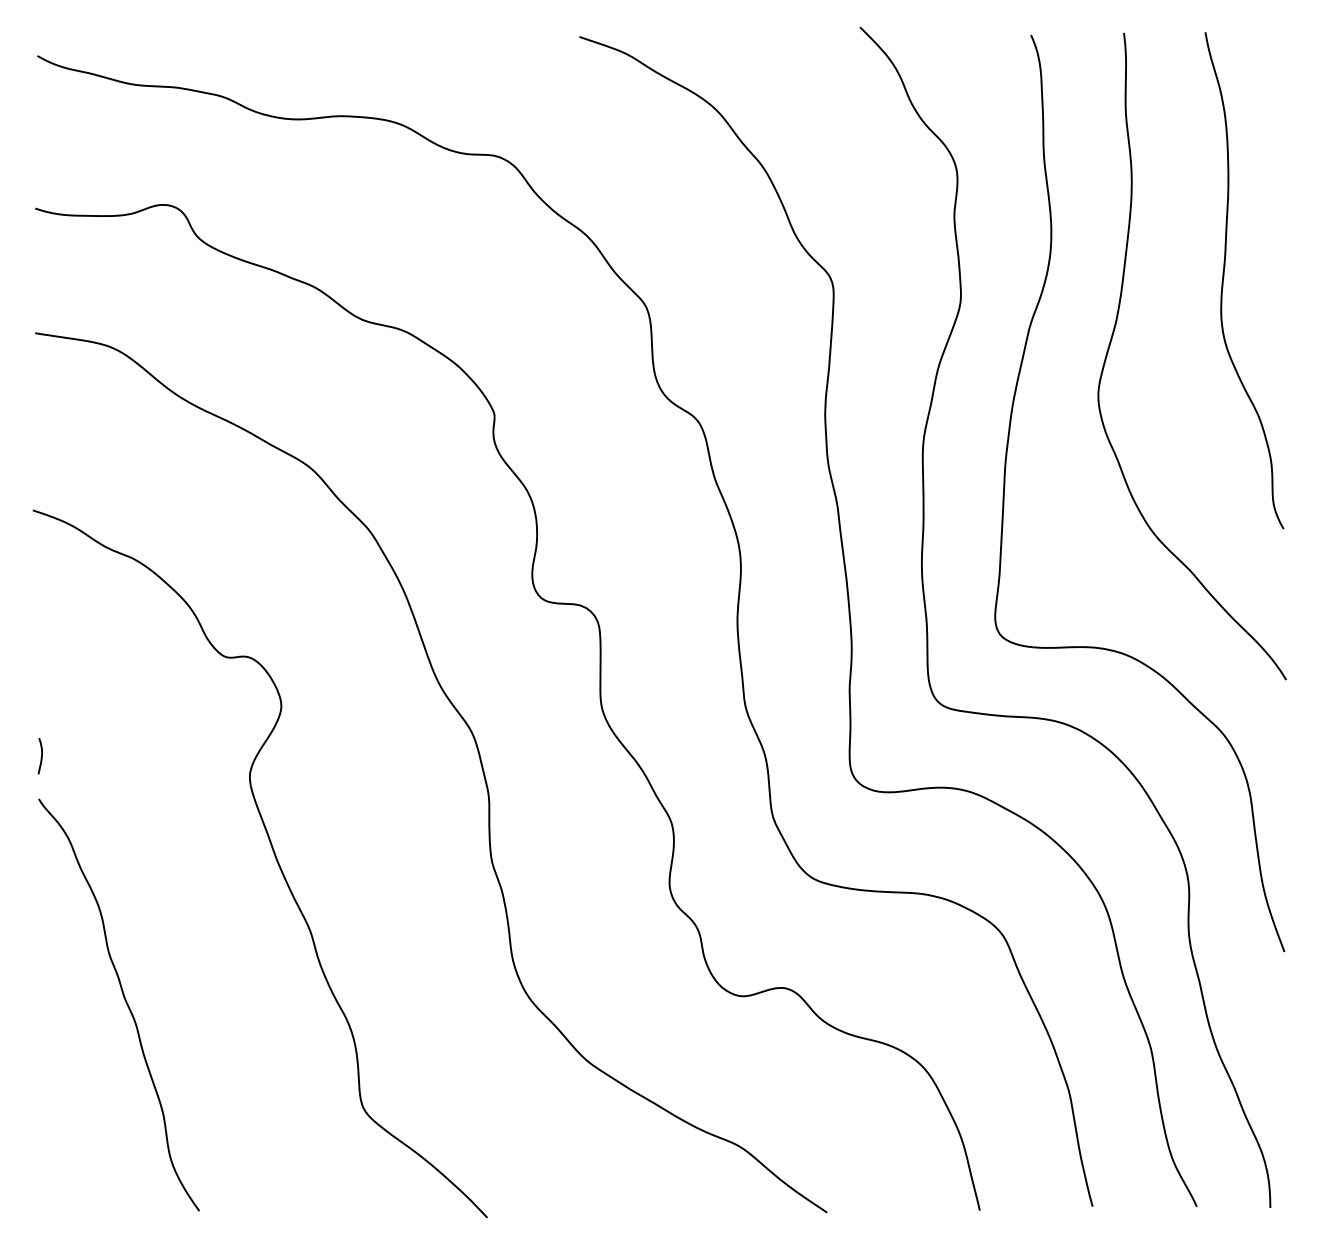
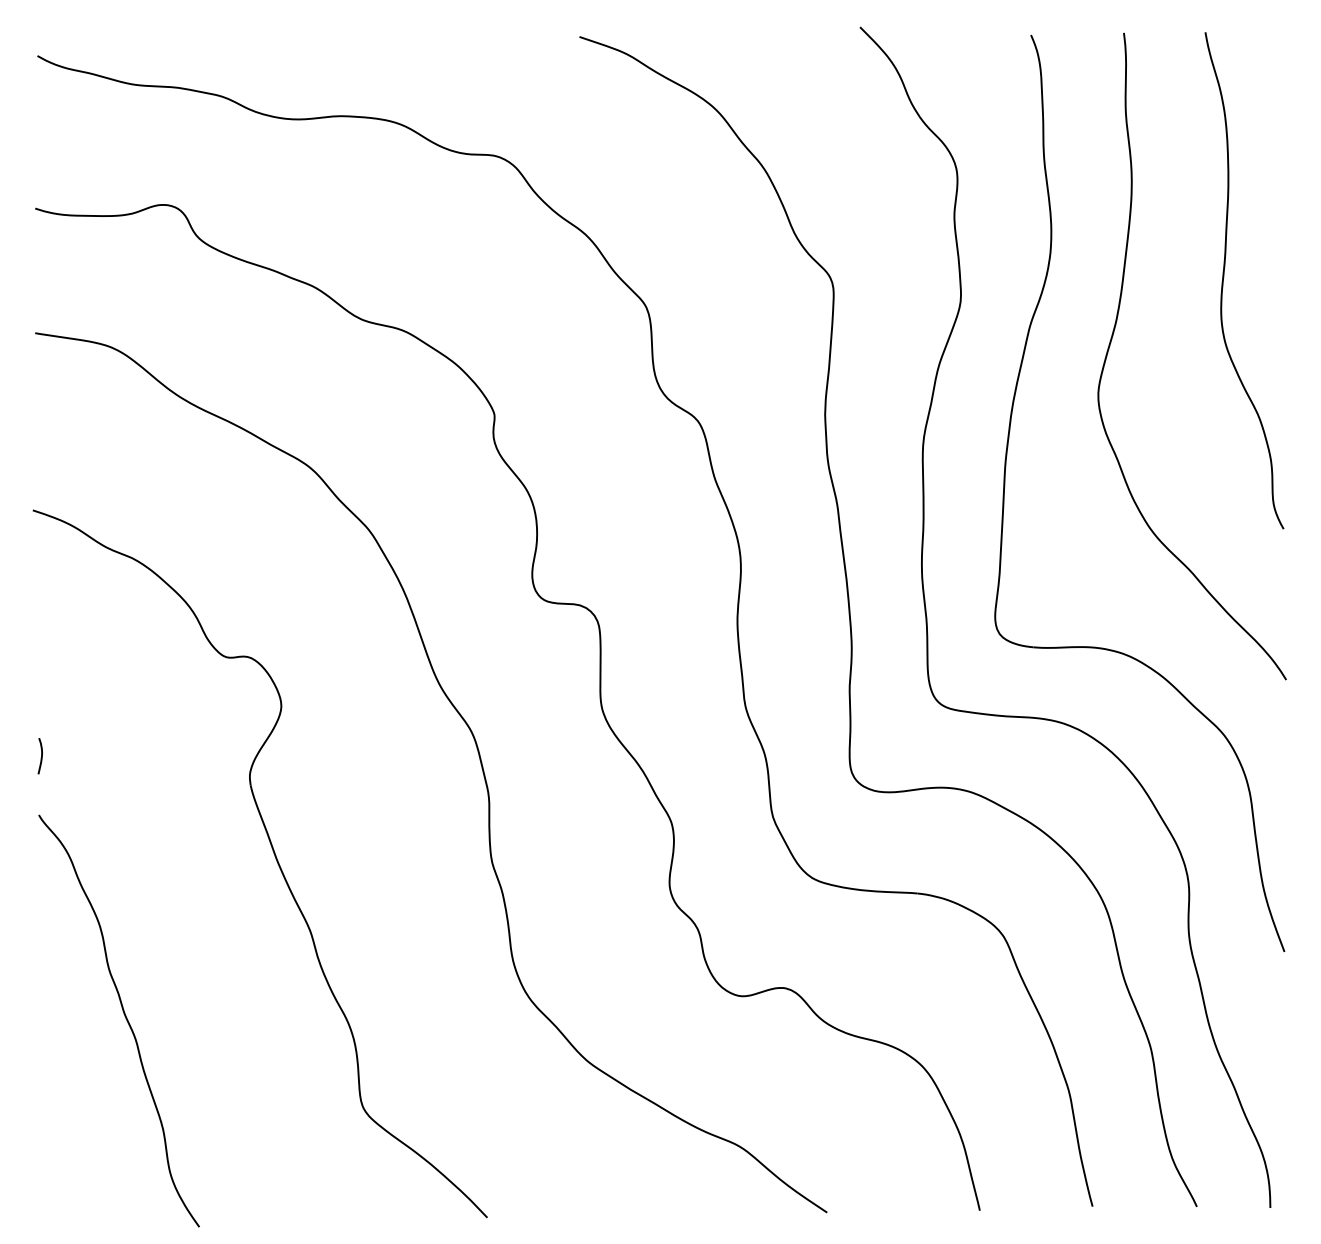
curve at (124, 1000) position: (124, 1000) -> (124, 1016)
